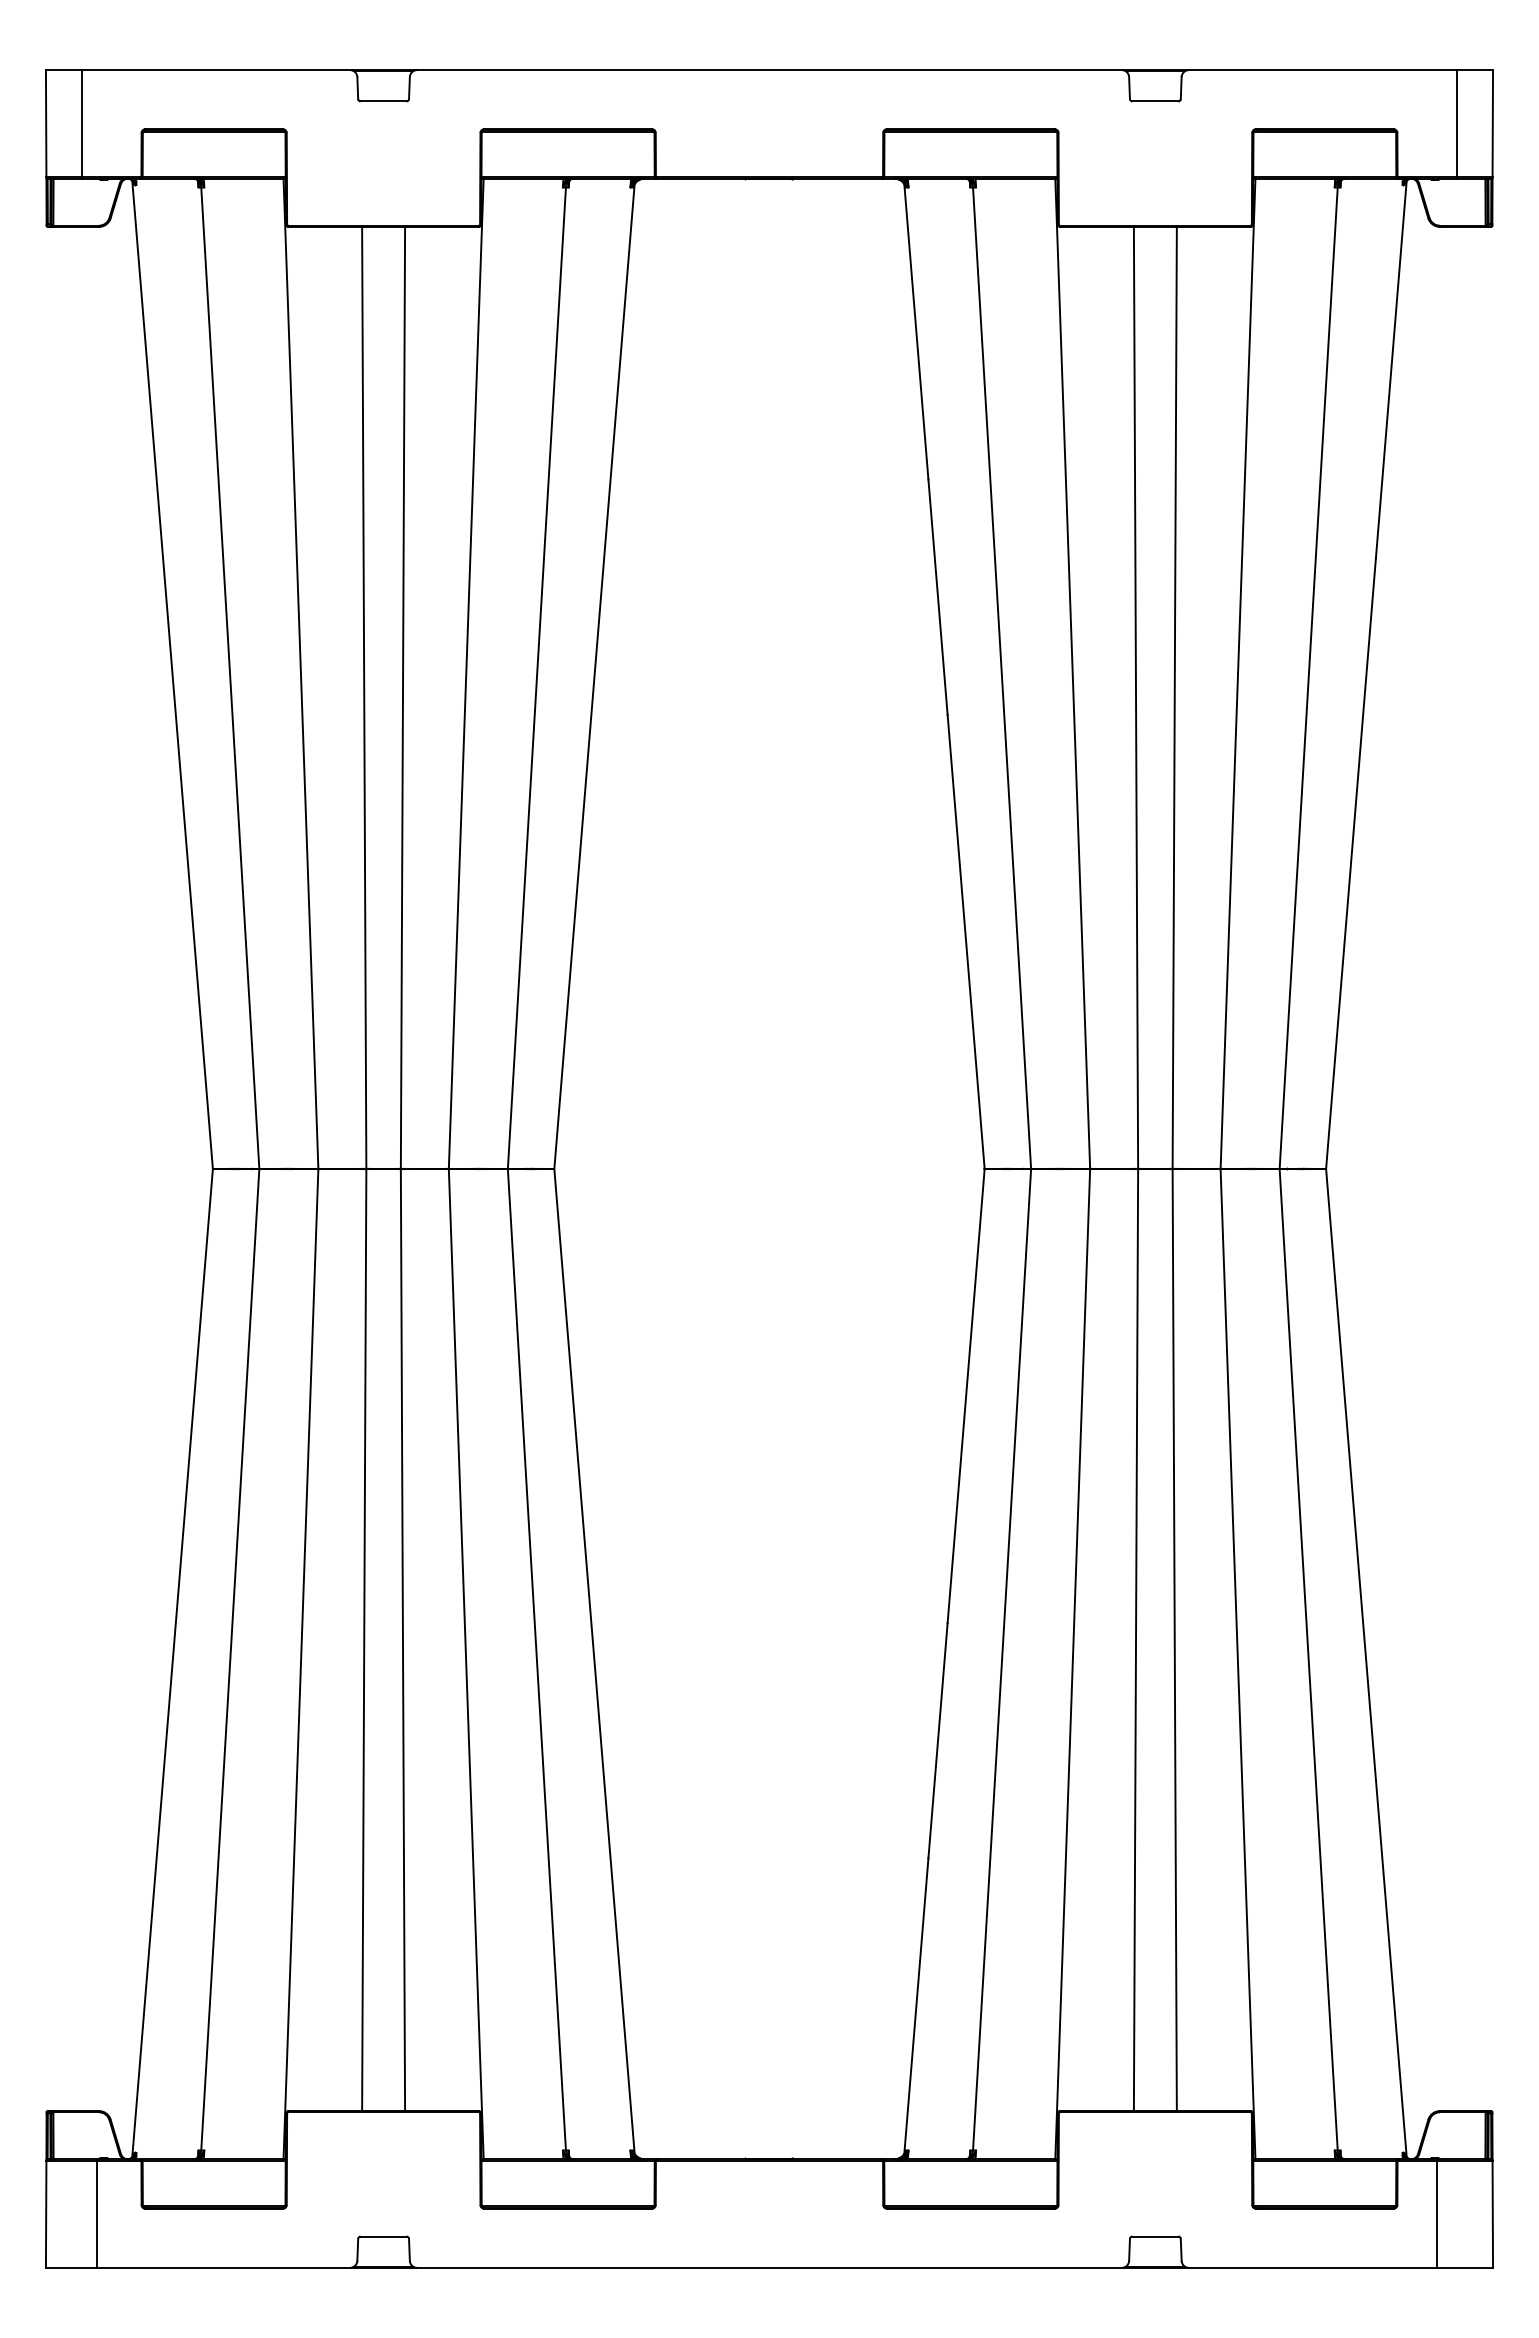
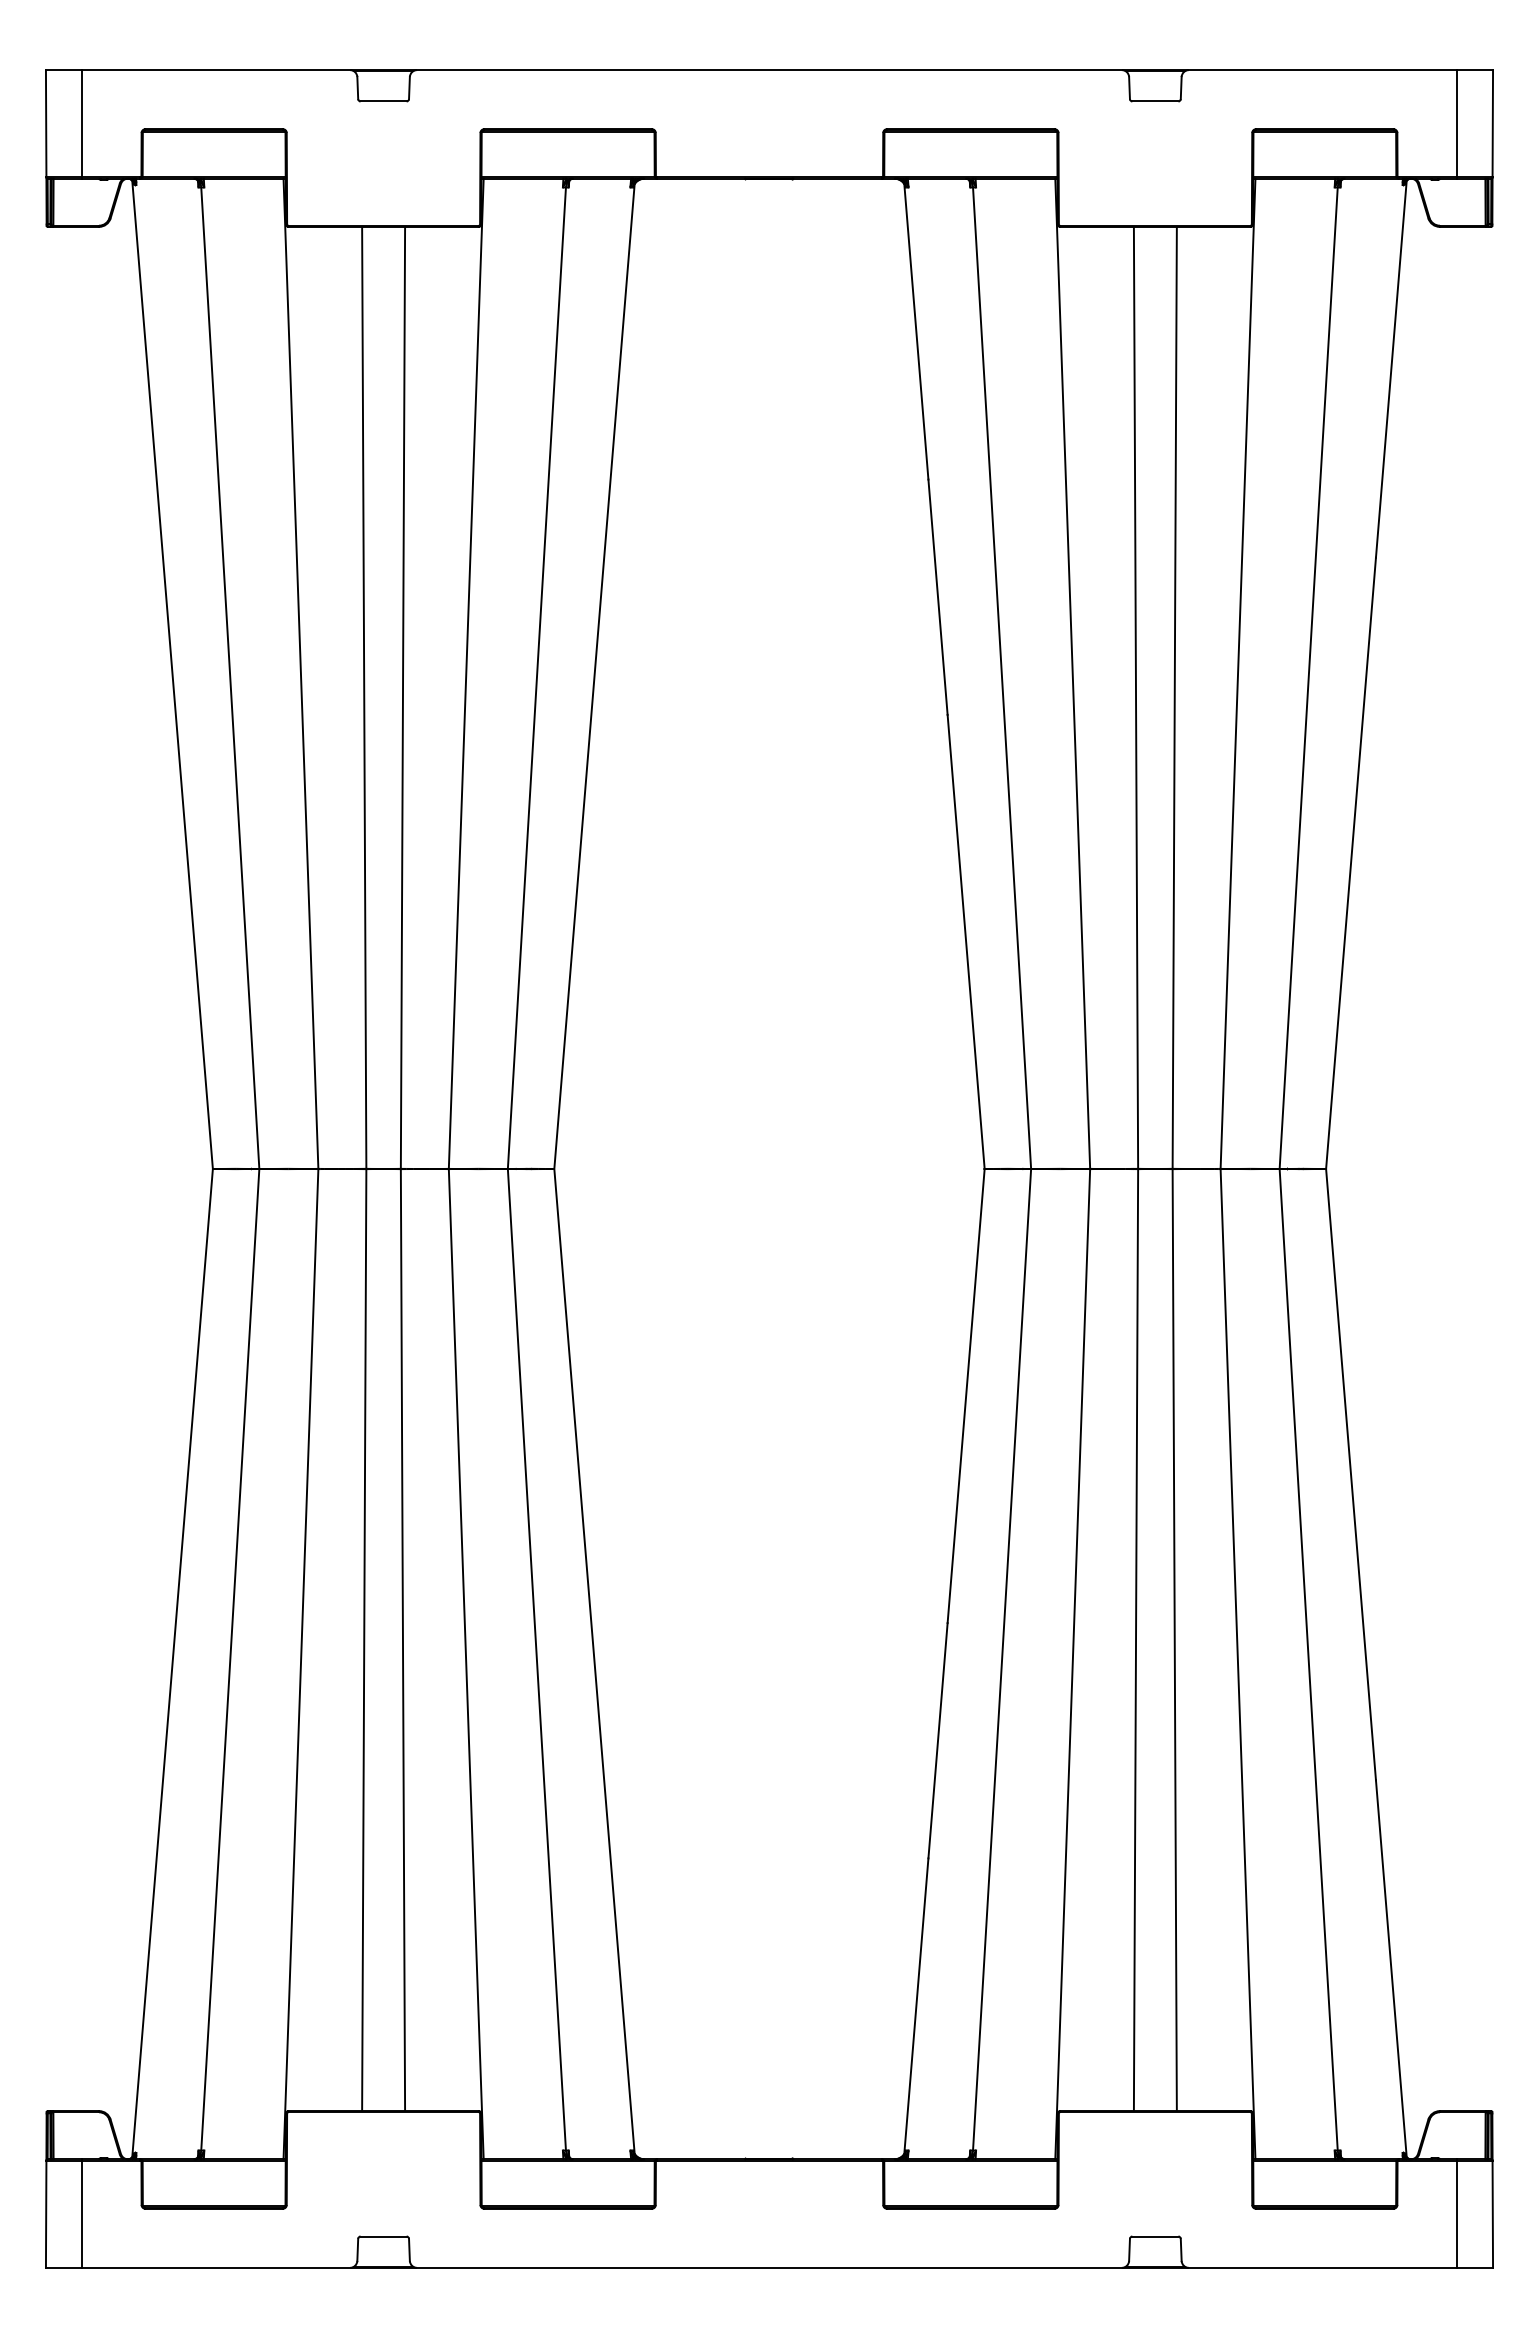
line at (97, 2213) position: (97, 2213) -> (82, 2213)
line at (1436, 2213) position: (1436, 2213) -> (1456, 2213)
